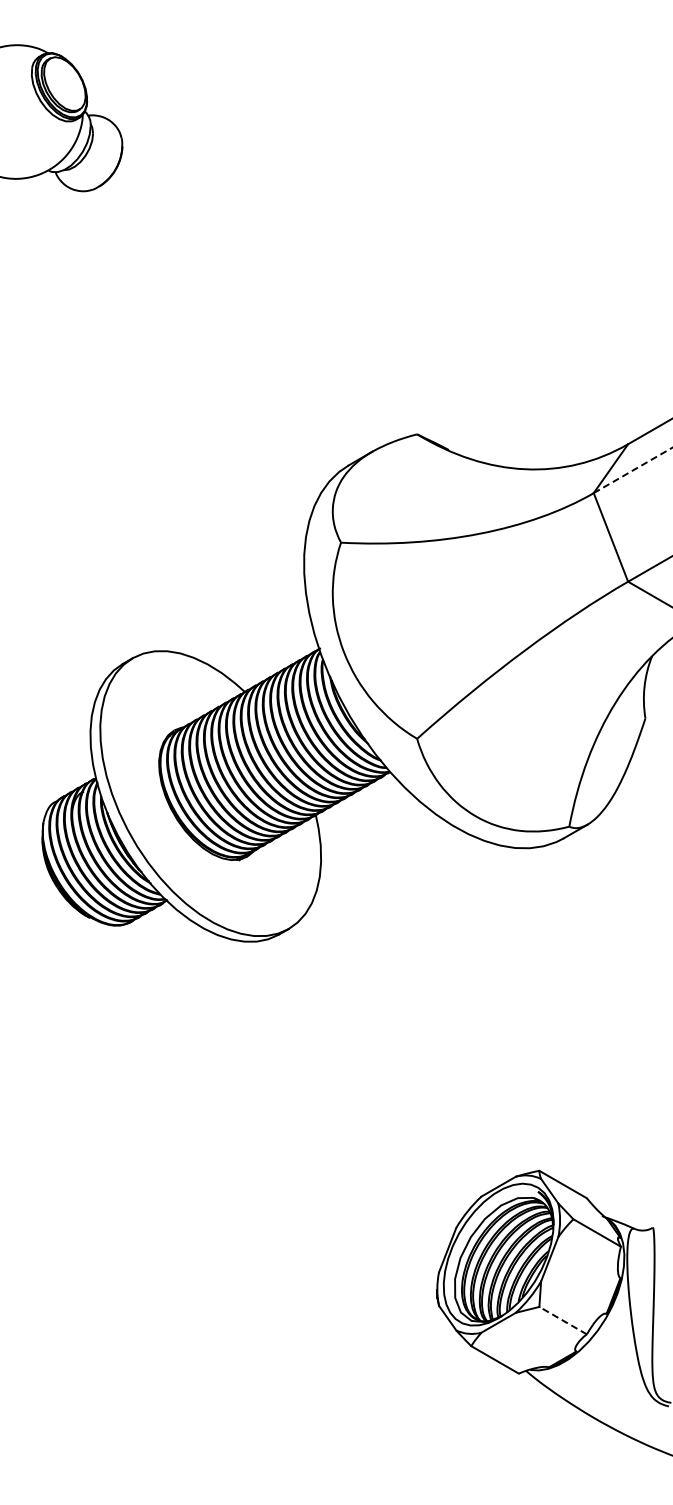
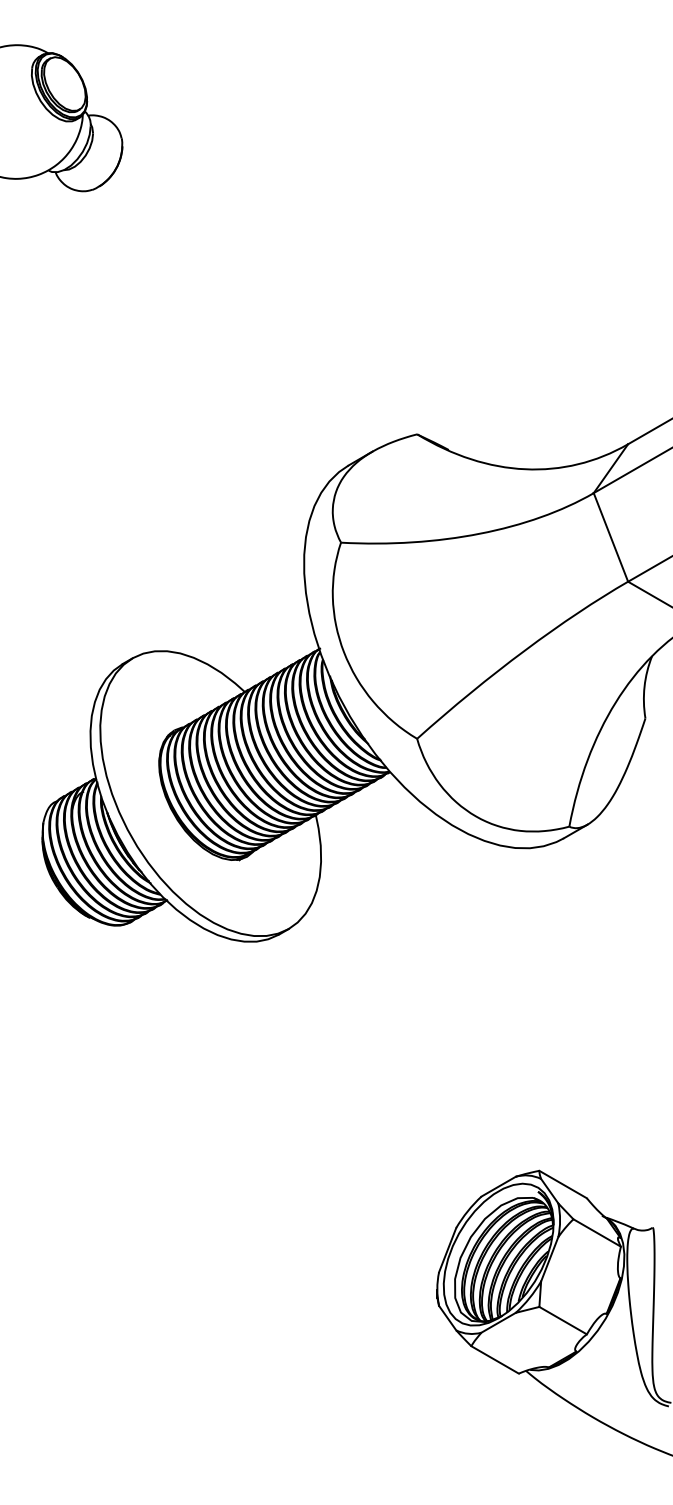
line at (633, 470): dashed -> solid
line at (562, 1320): dashed -> solid
